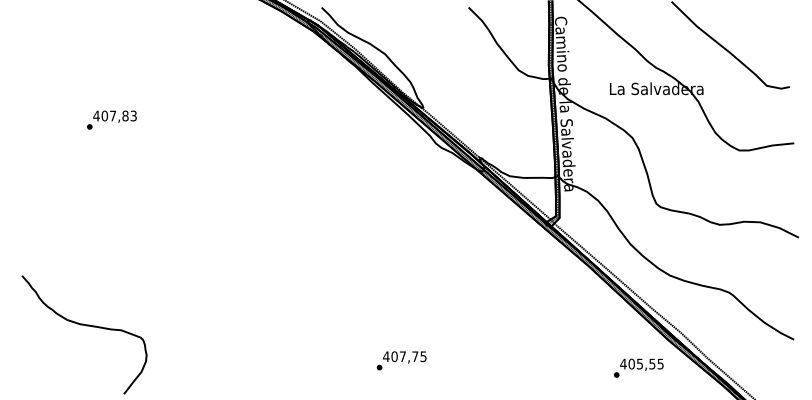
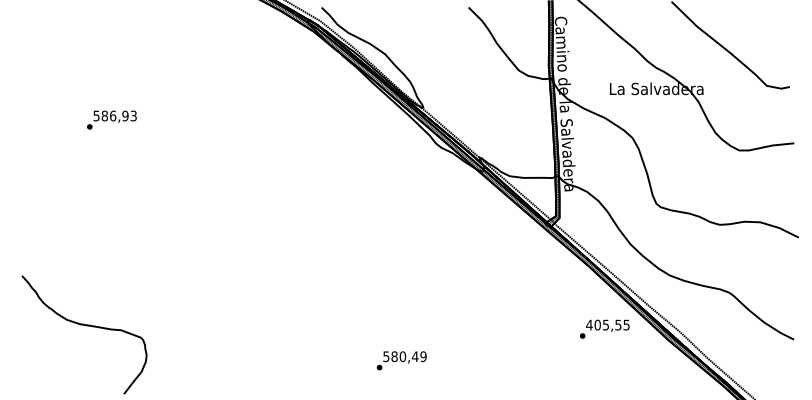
text at (110, 115): 407,83 -> 586,93
text at (404, 356): 407,75 -> 580,49
text at (638, 367) position: (638, 367) -> (604, 328)
